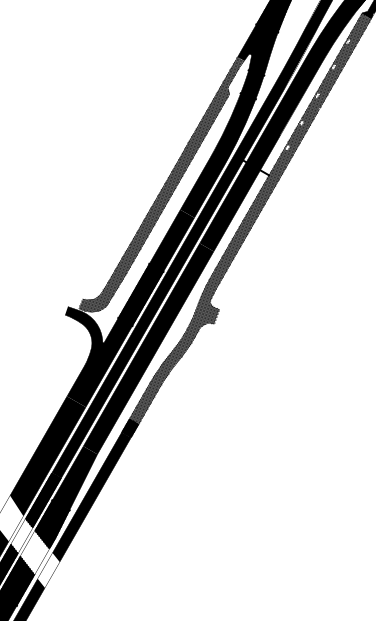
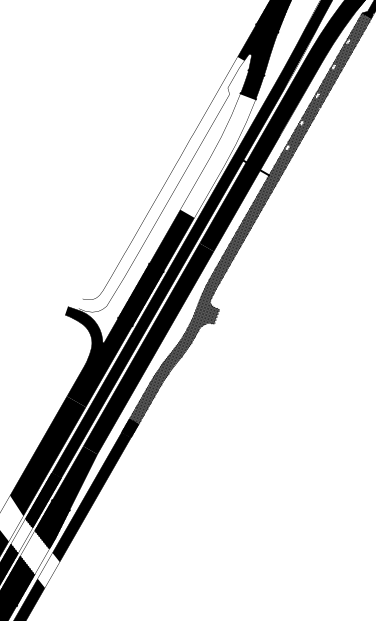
fill at (217, 155): present -> none
hatch at (160, 184): present -> none
